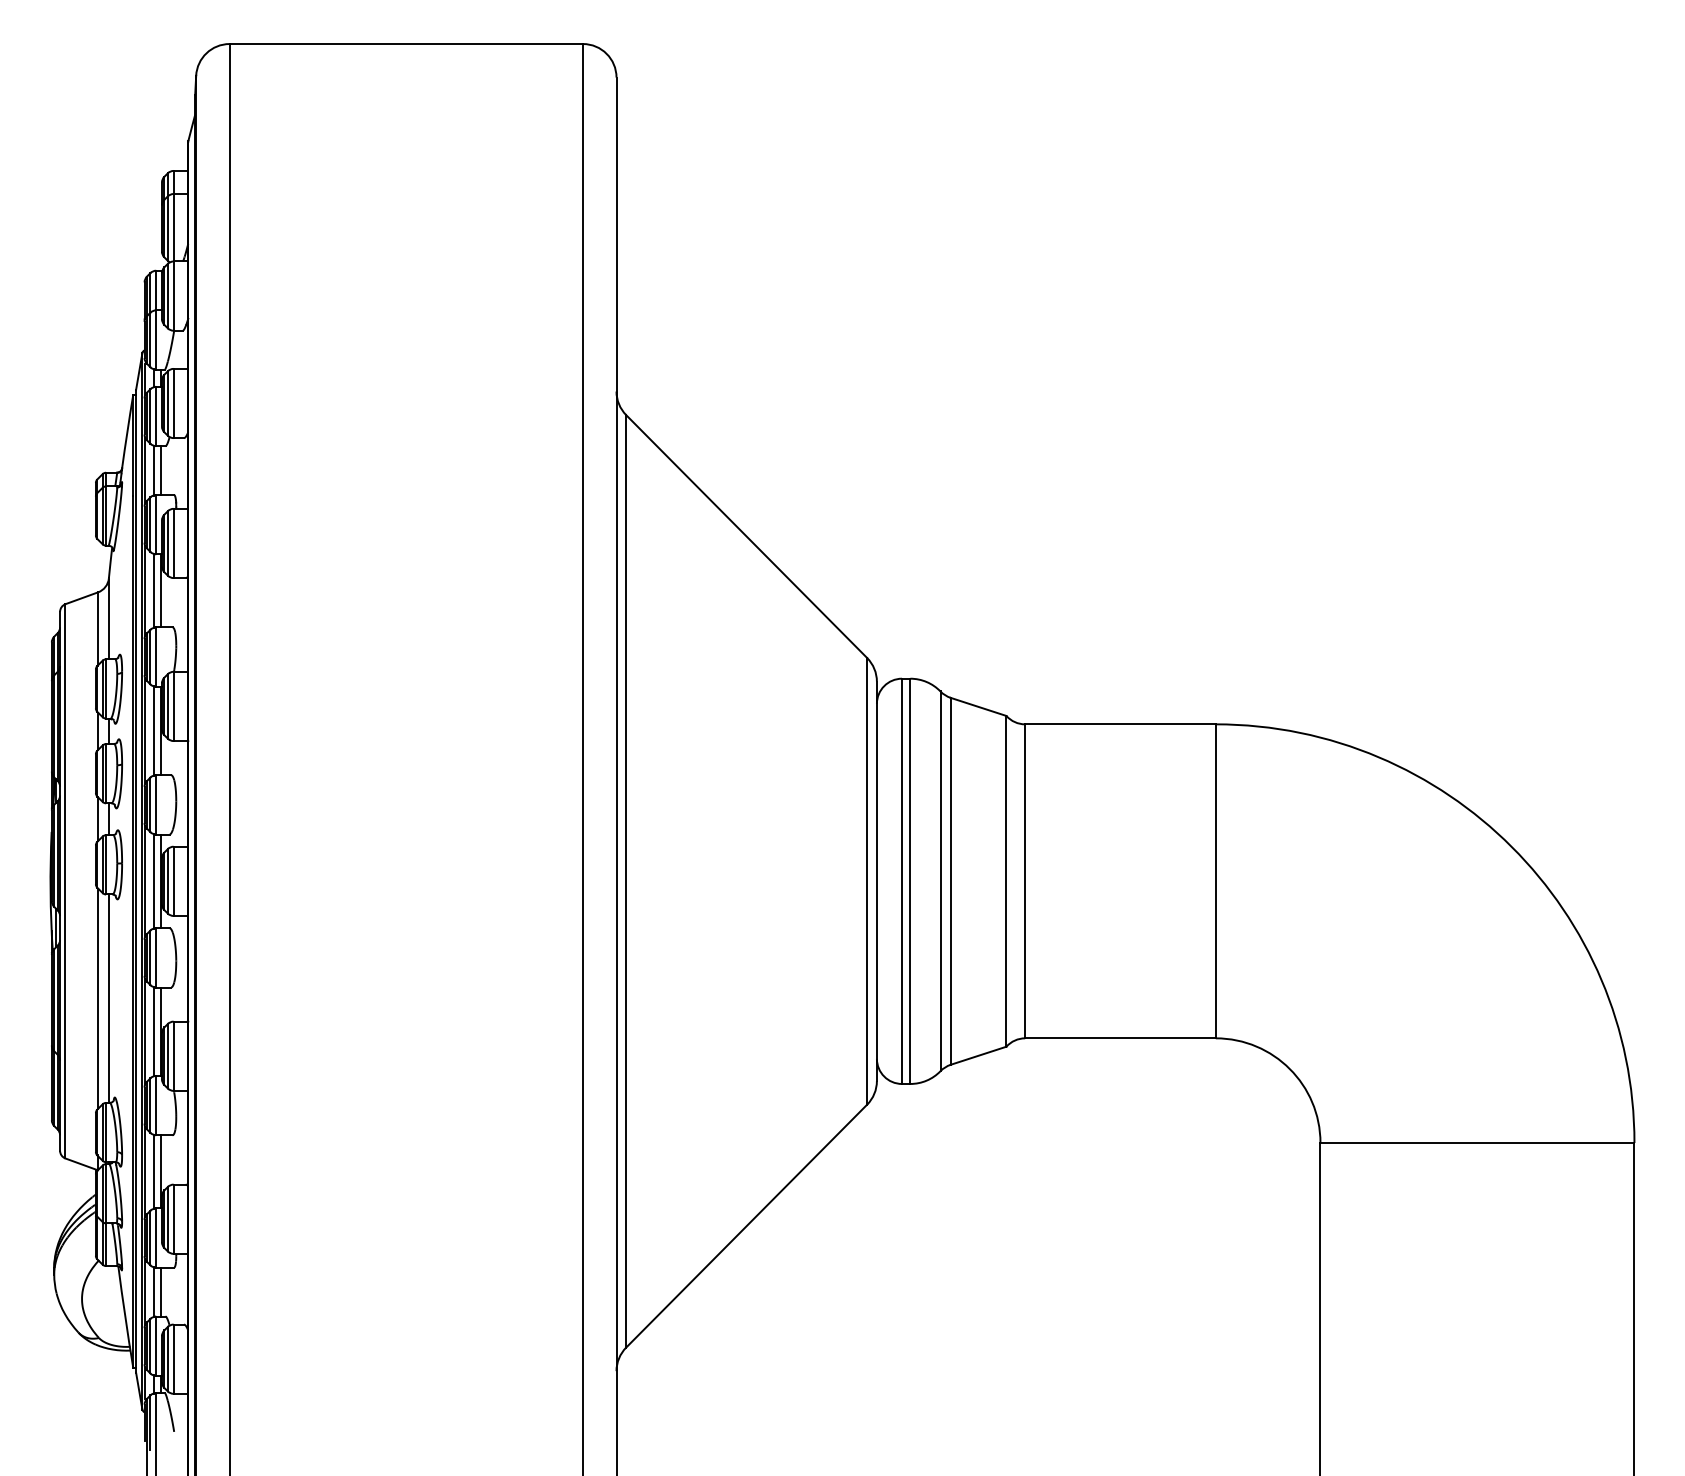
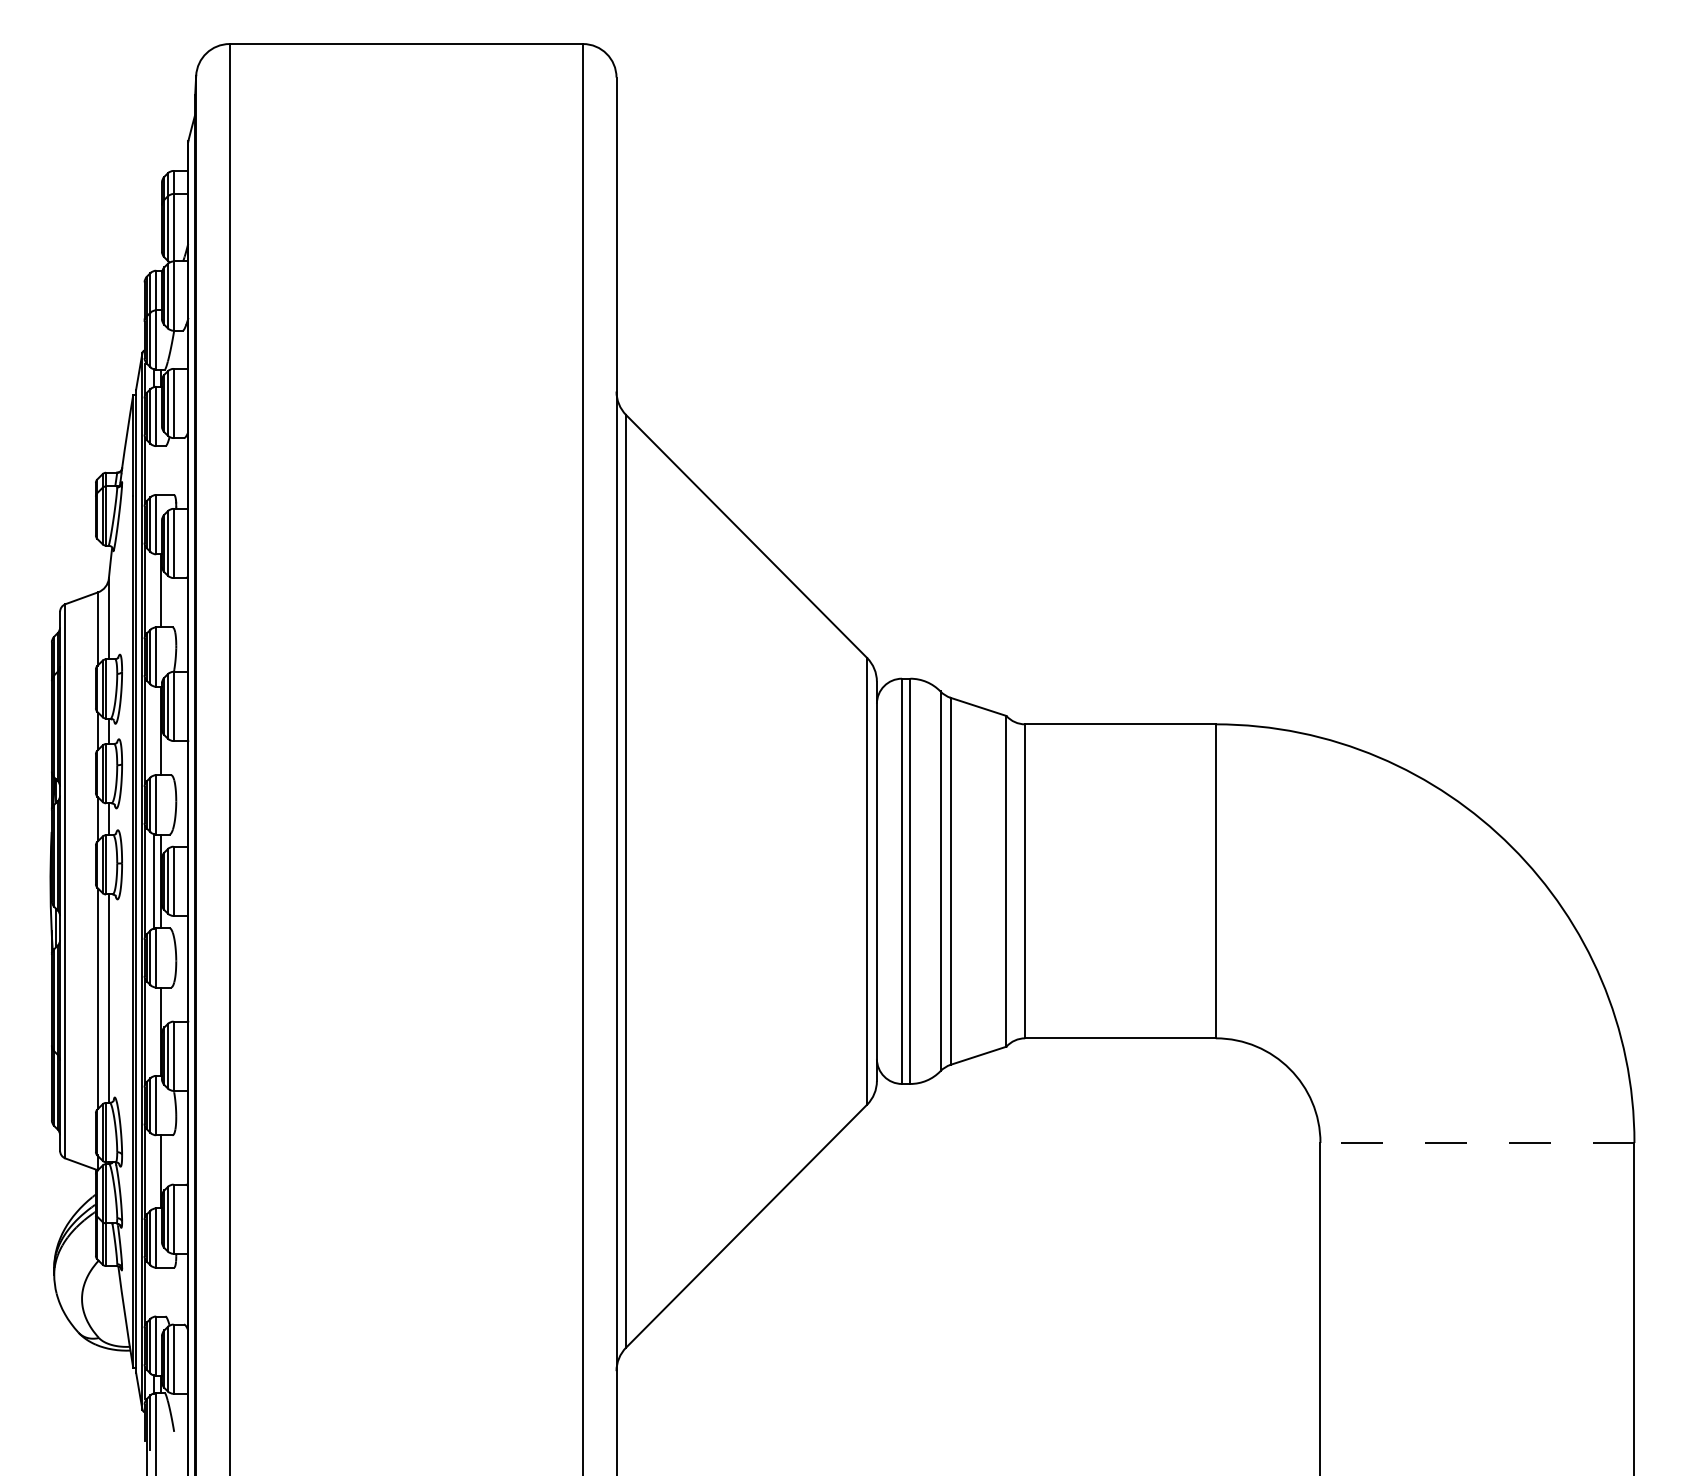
line at (153, 470): present -> none
line at (161, 470): present -> none
line at (153, 590): present -> none
line at (153, 730): present -> none
line at (153, 1031): present -> none
line at (1477, 1143): solid -> dashed
line at (153, 1171): present -> none
line at (161, 1291): present -> none
line at (153, 1292): present -> none
